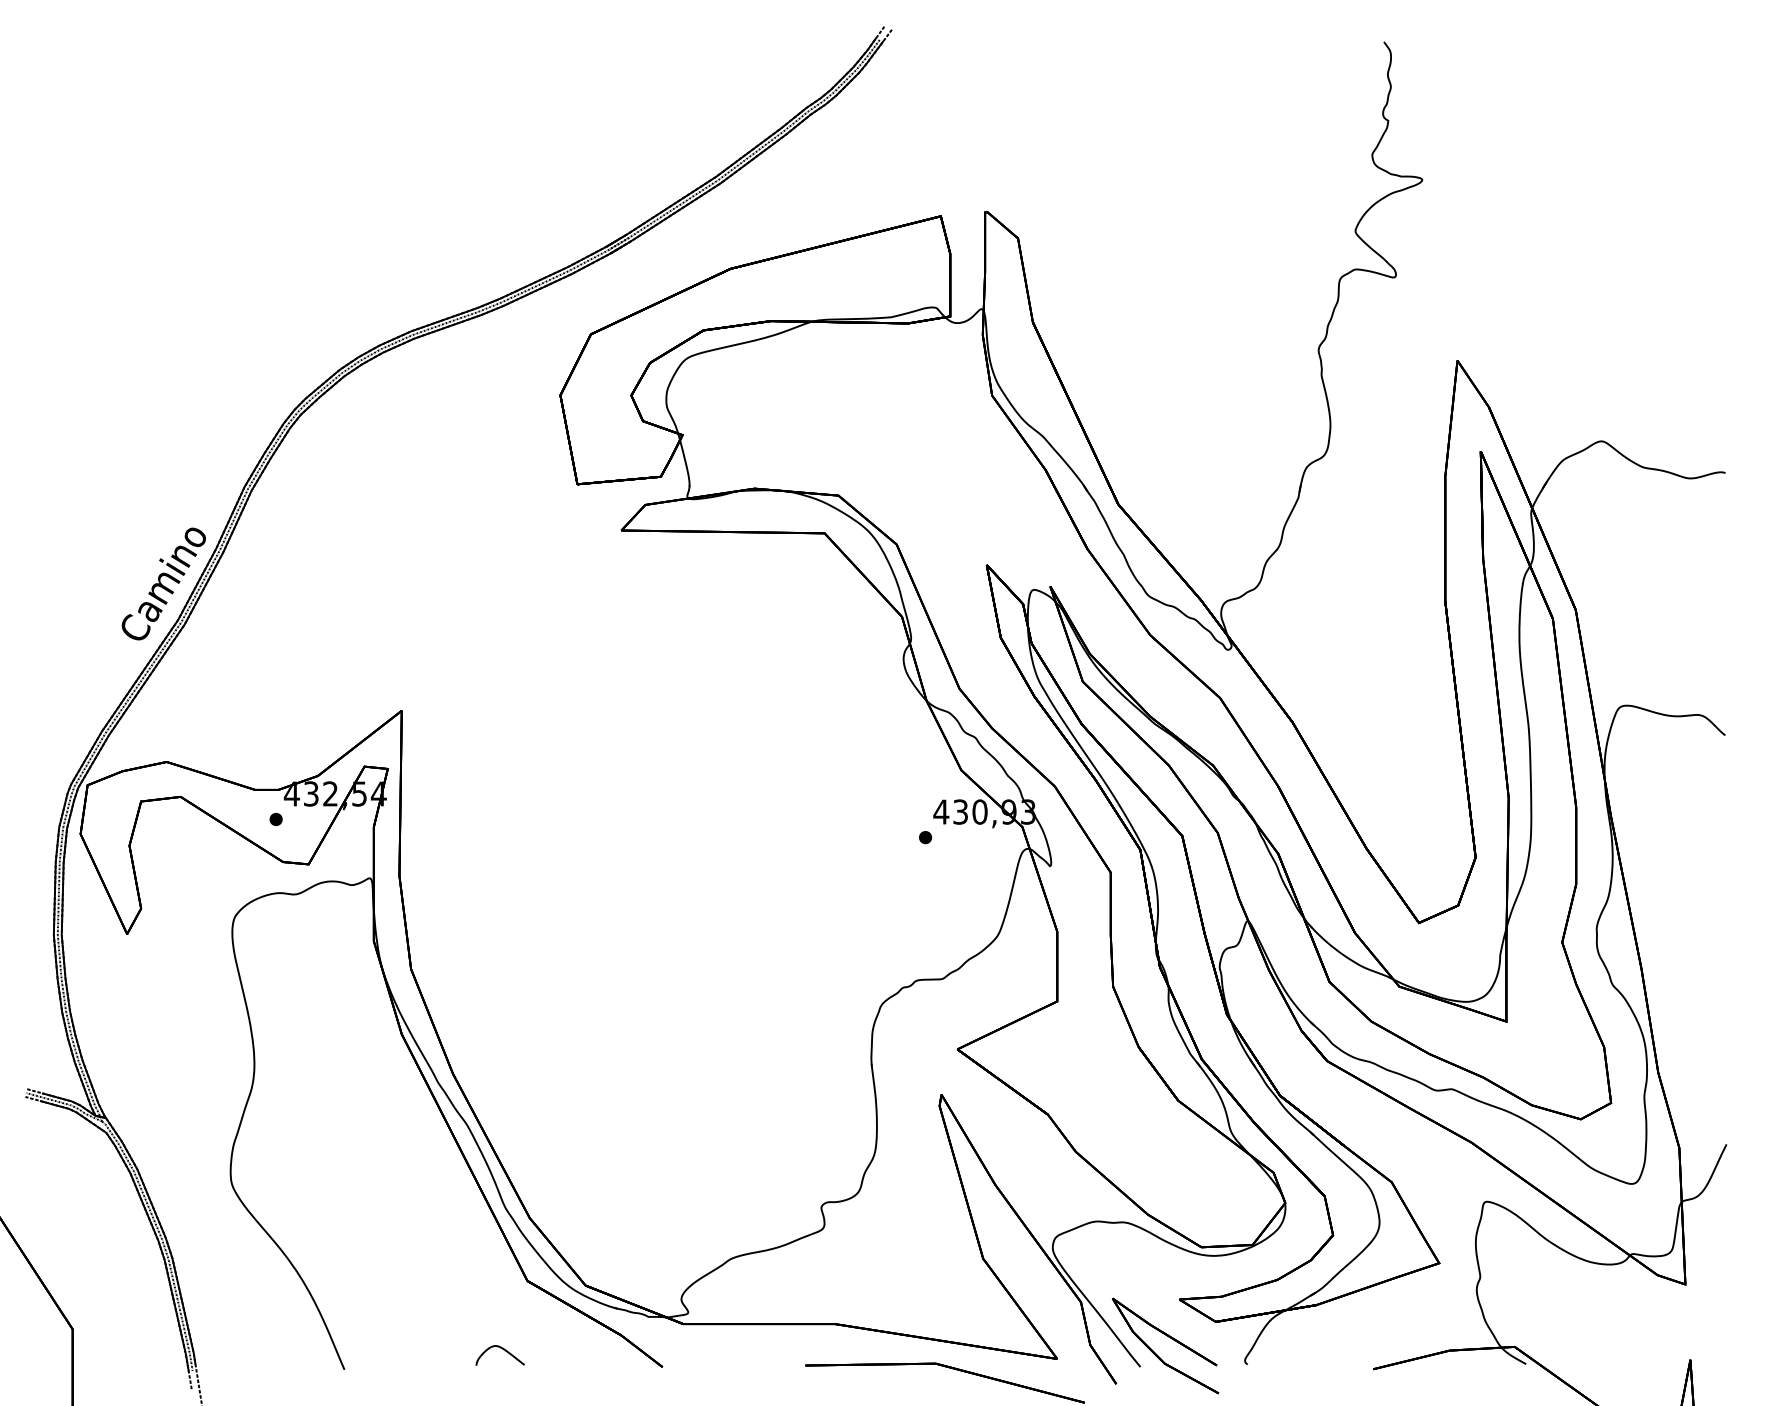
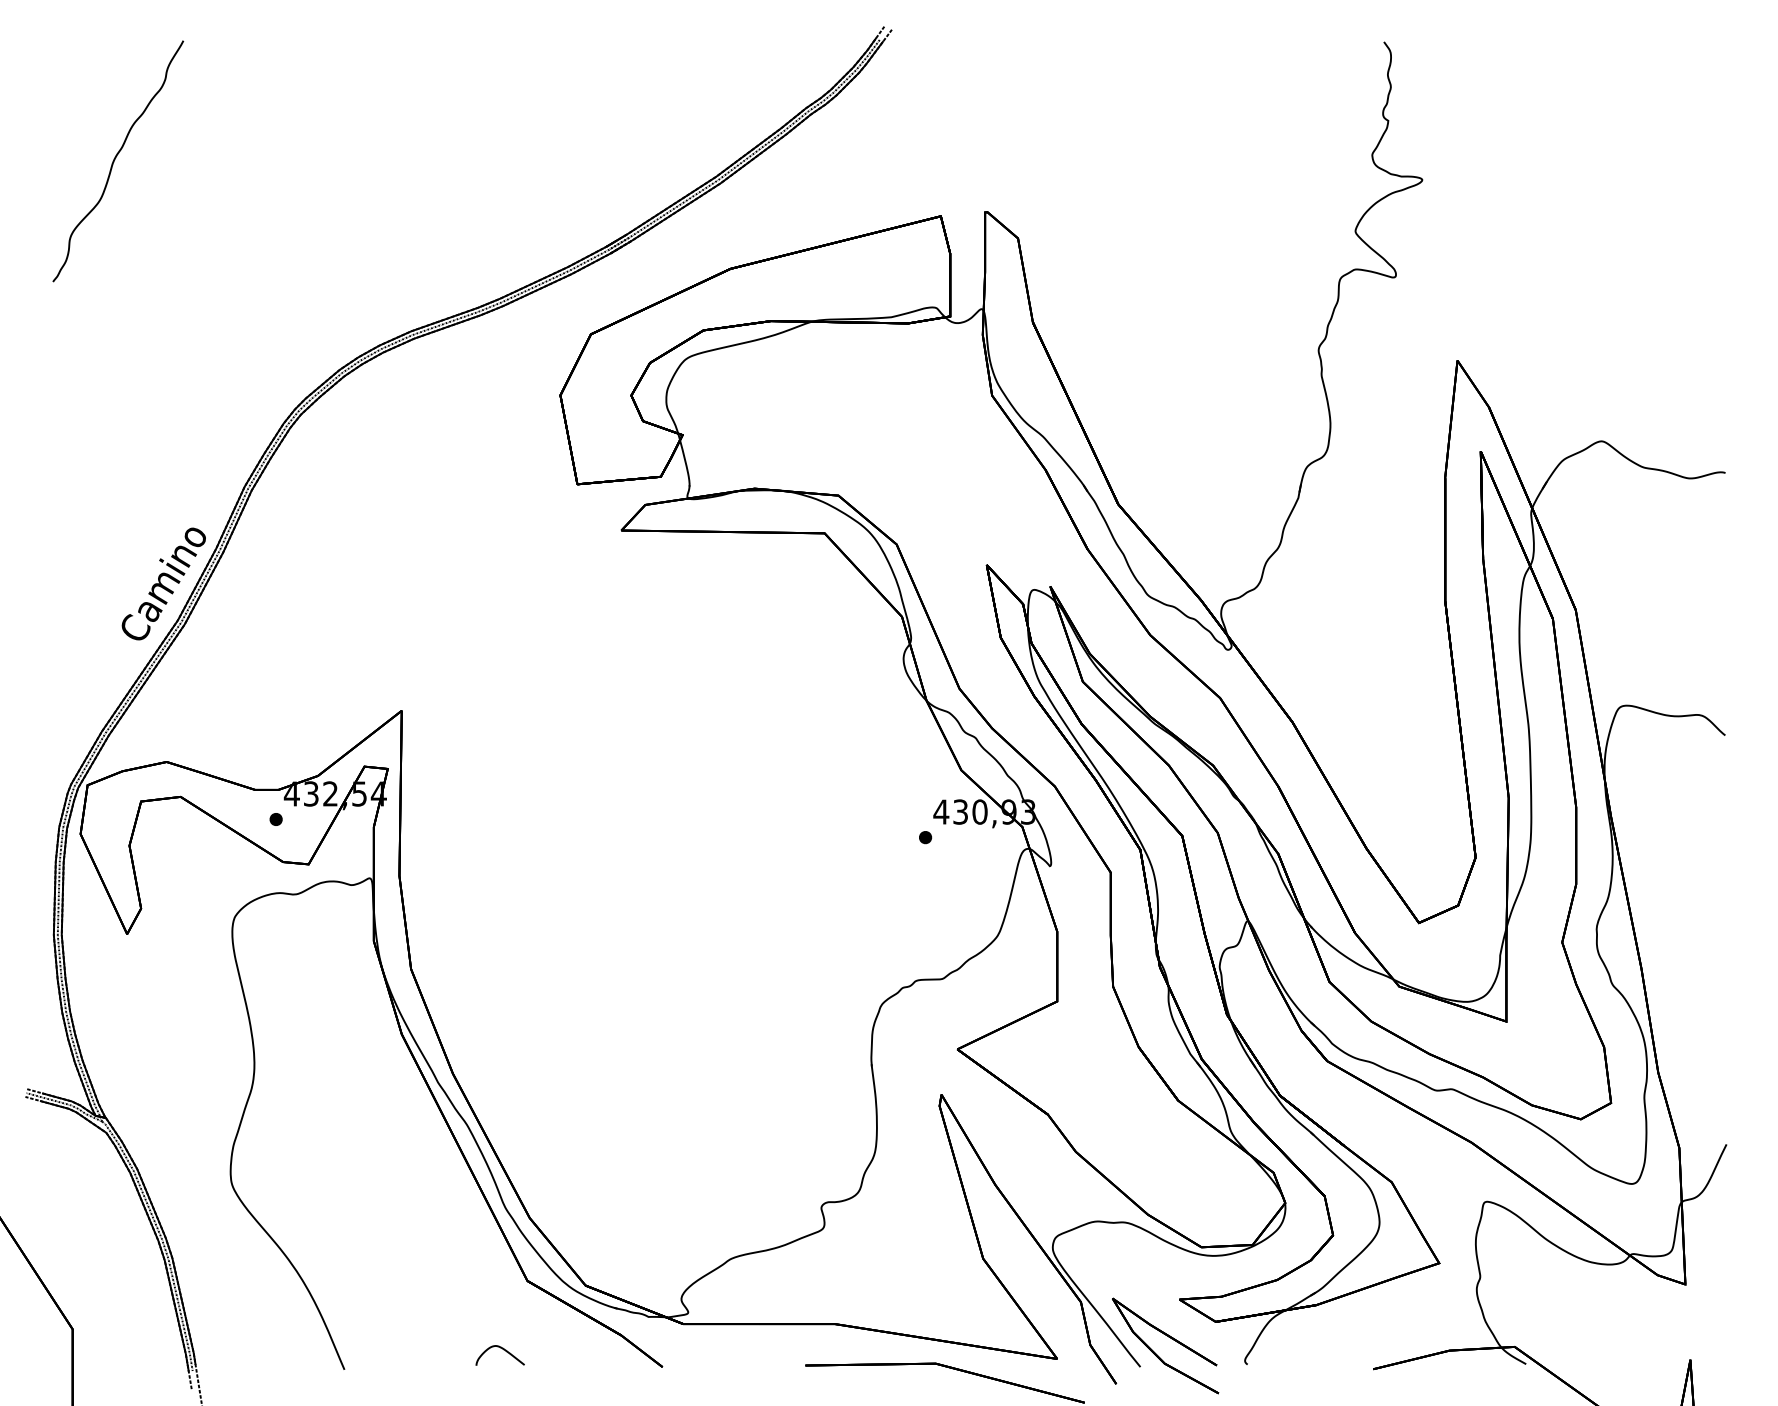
curve at (115, 159): none -> present
